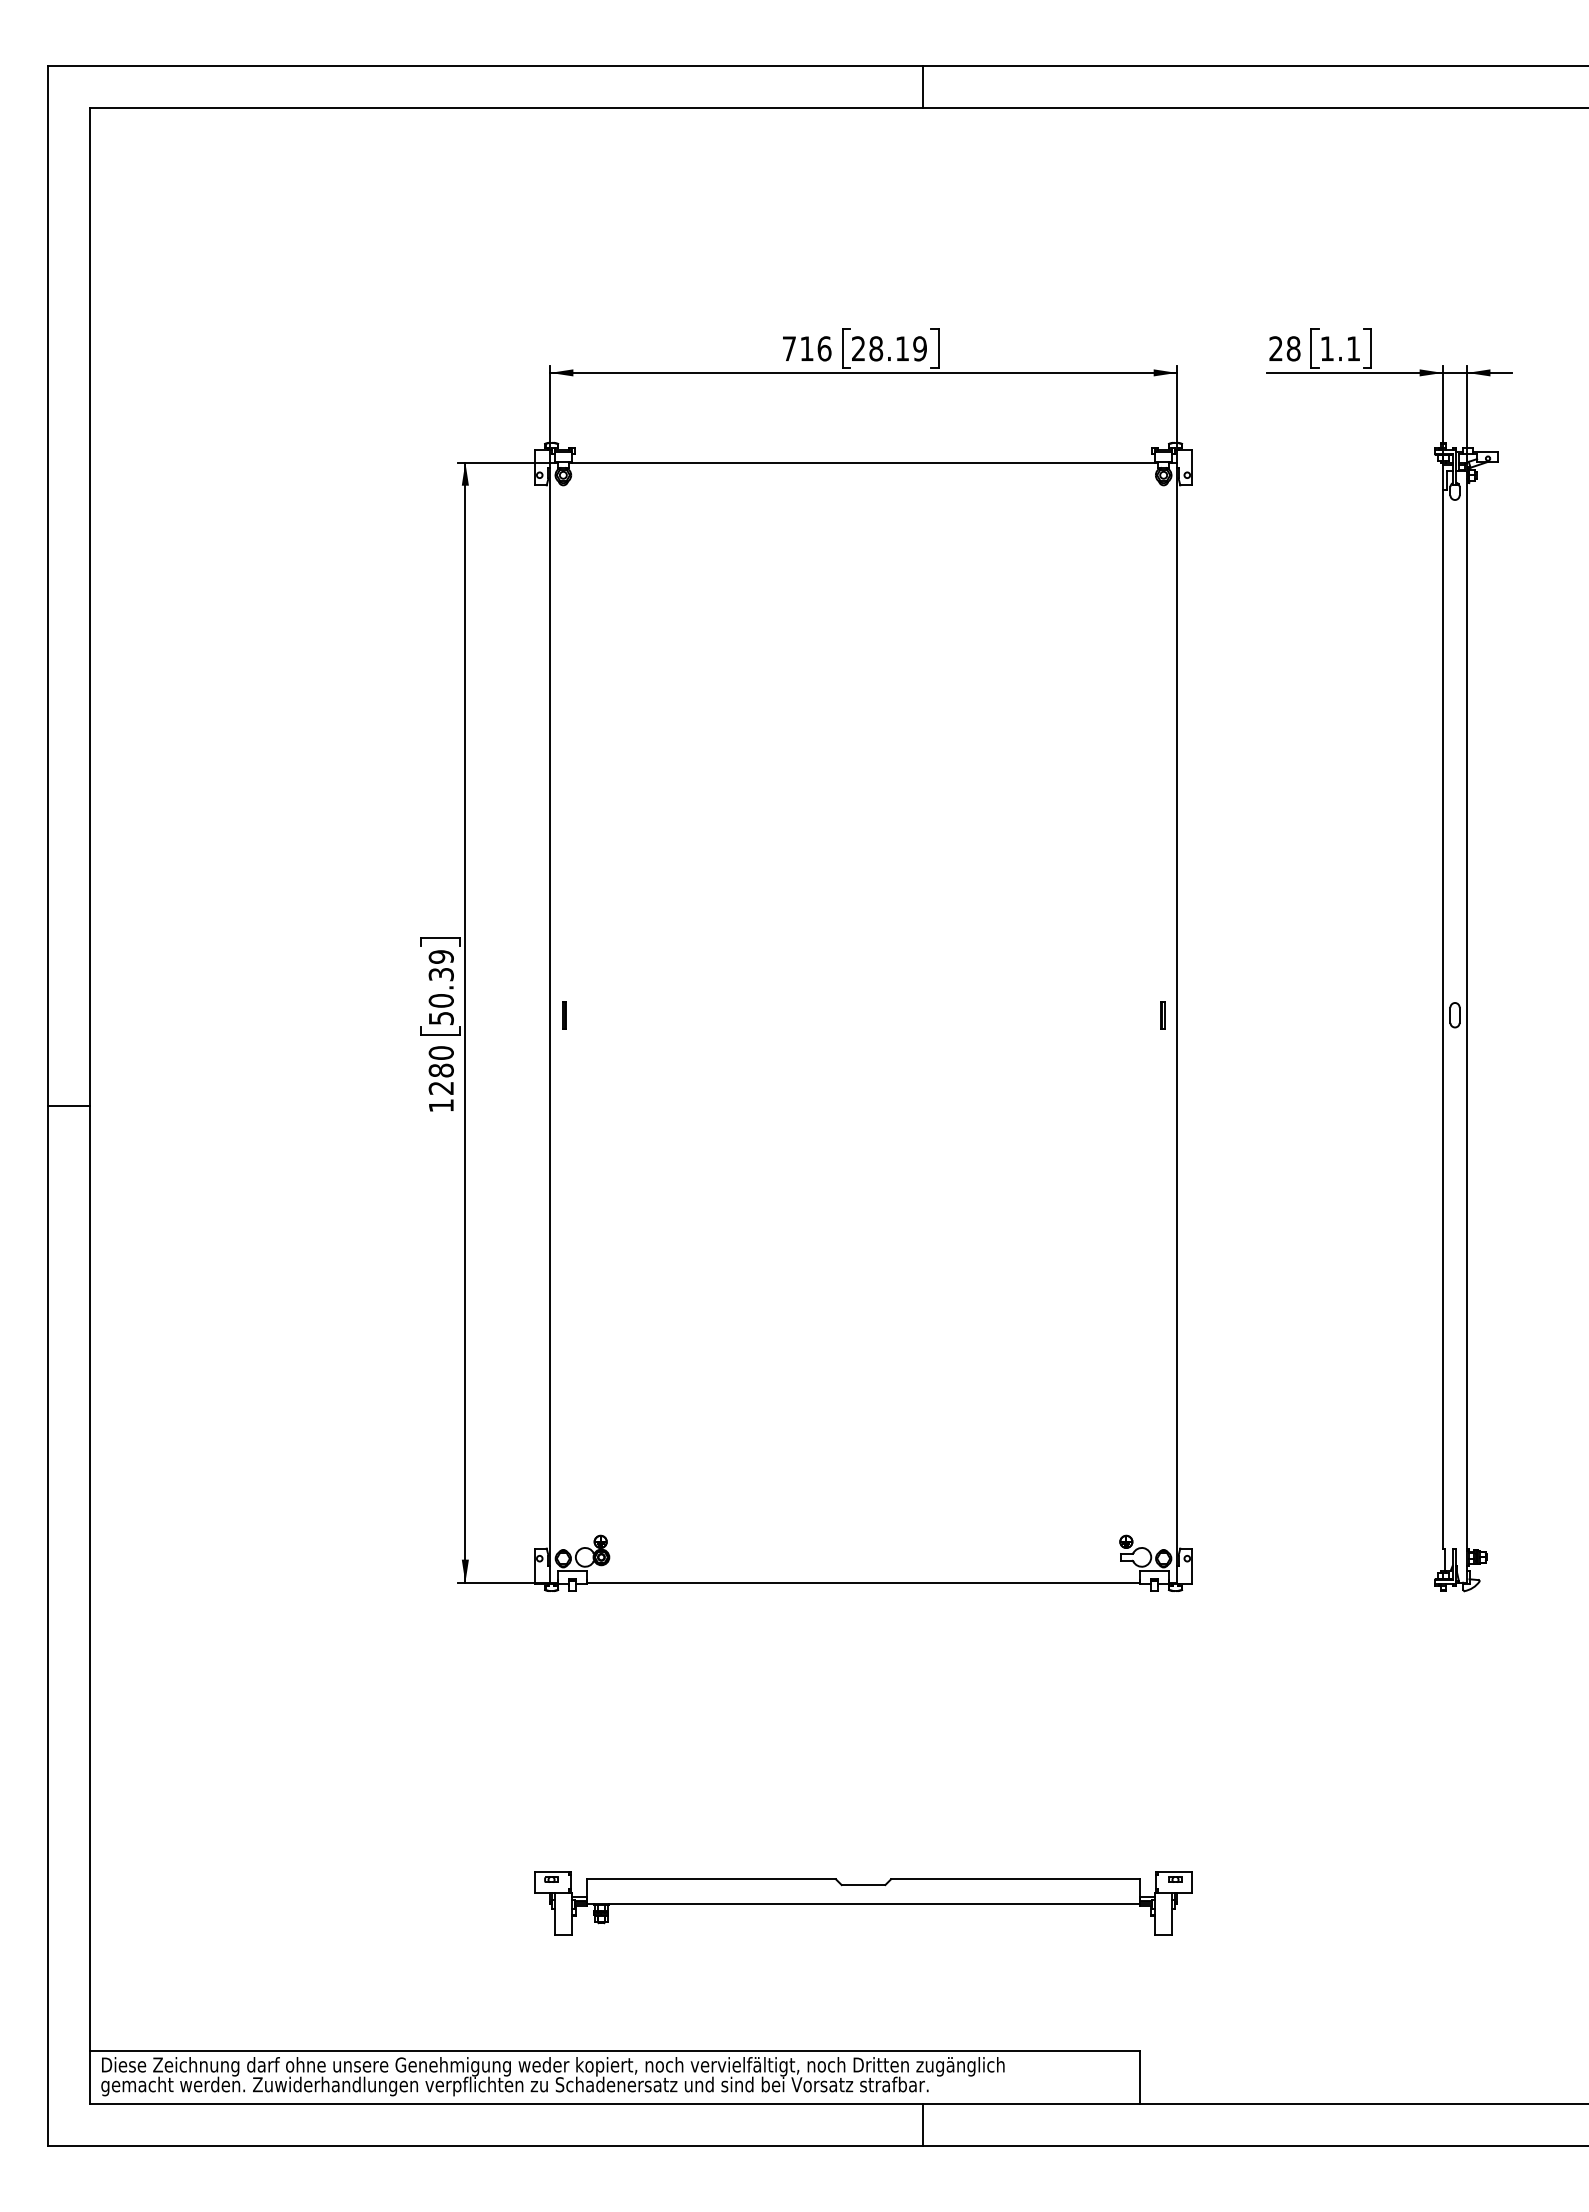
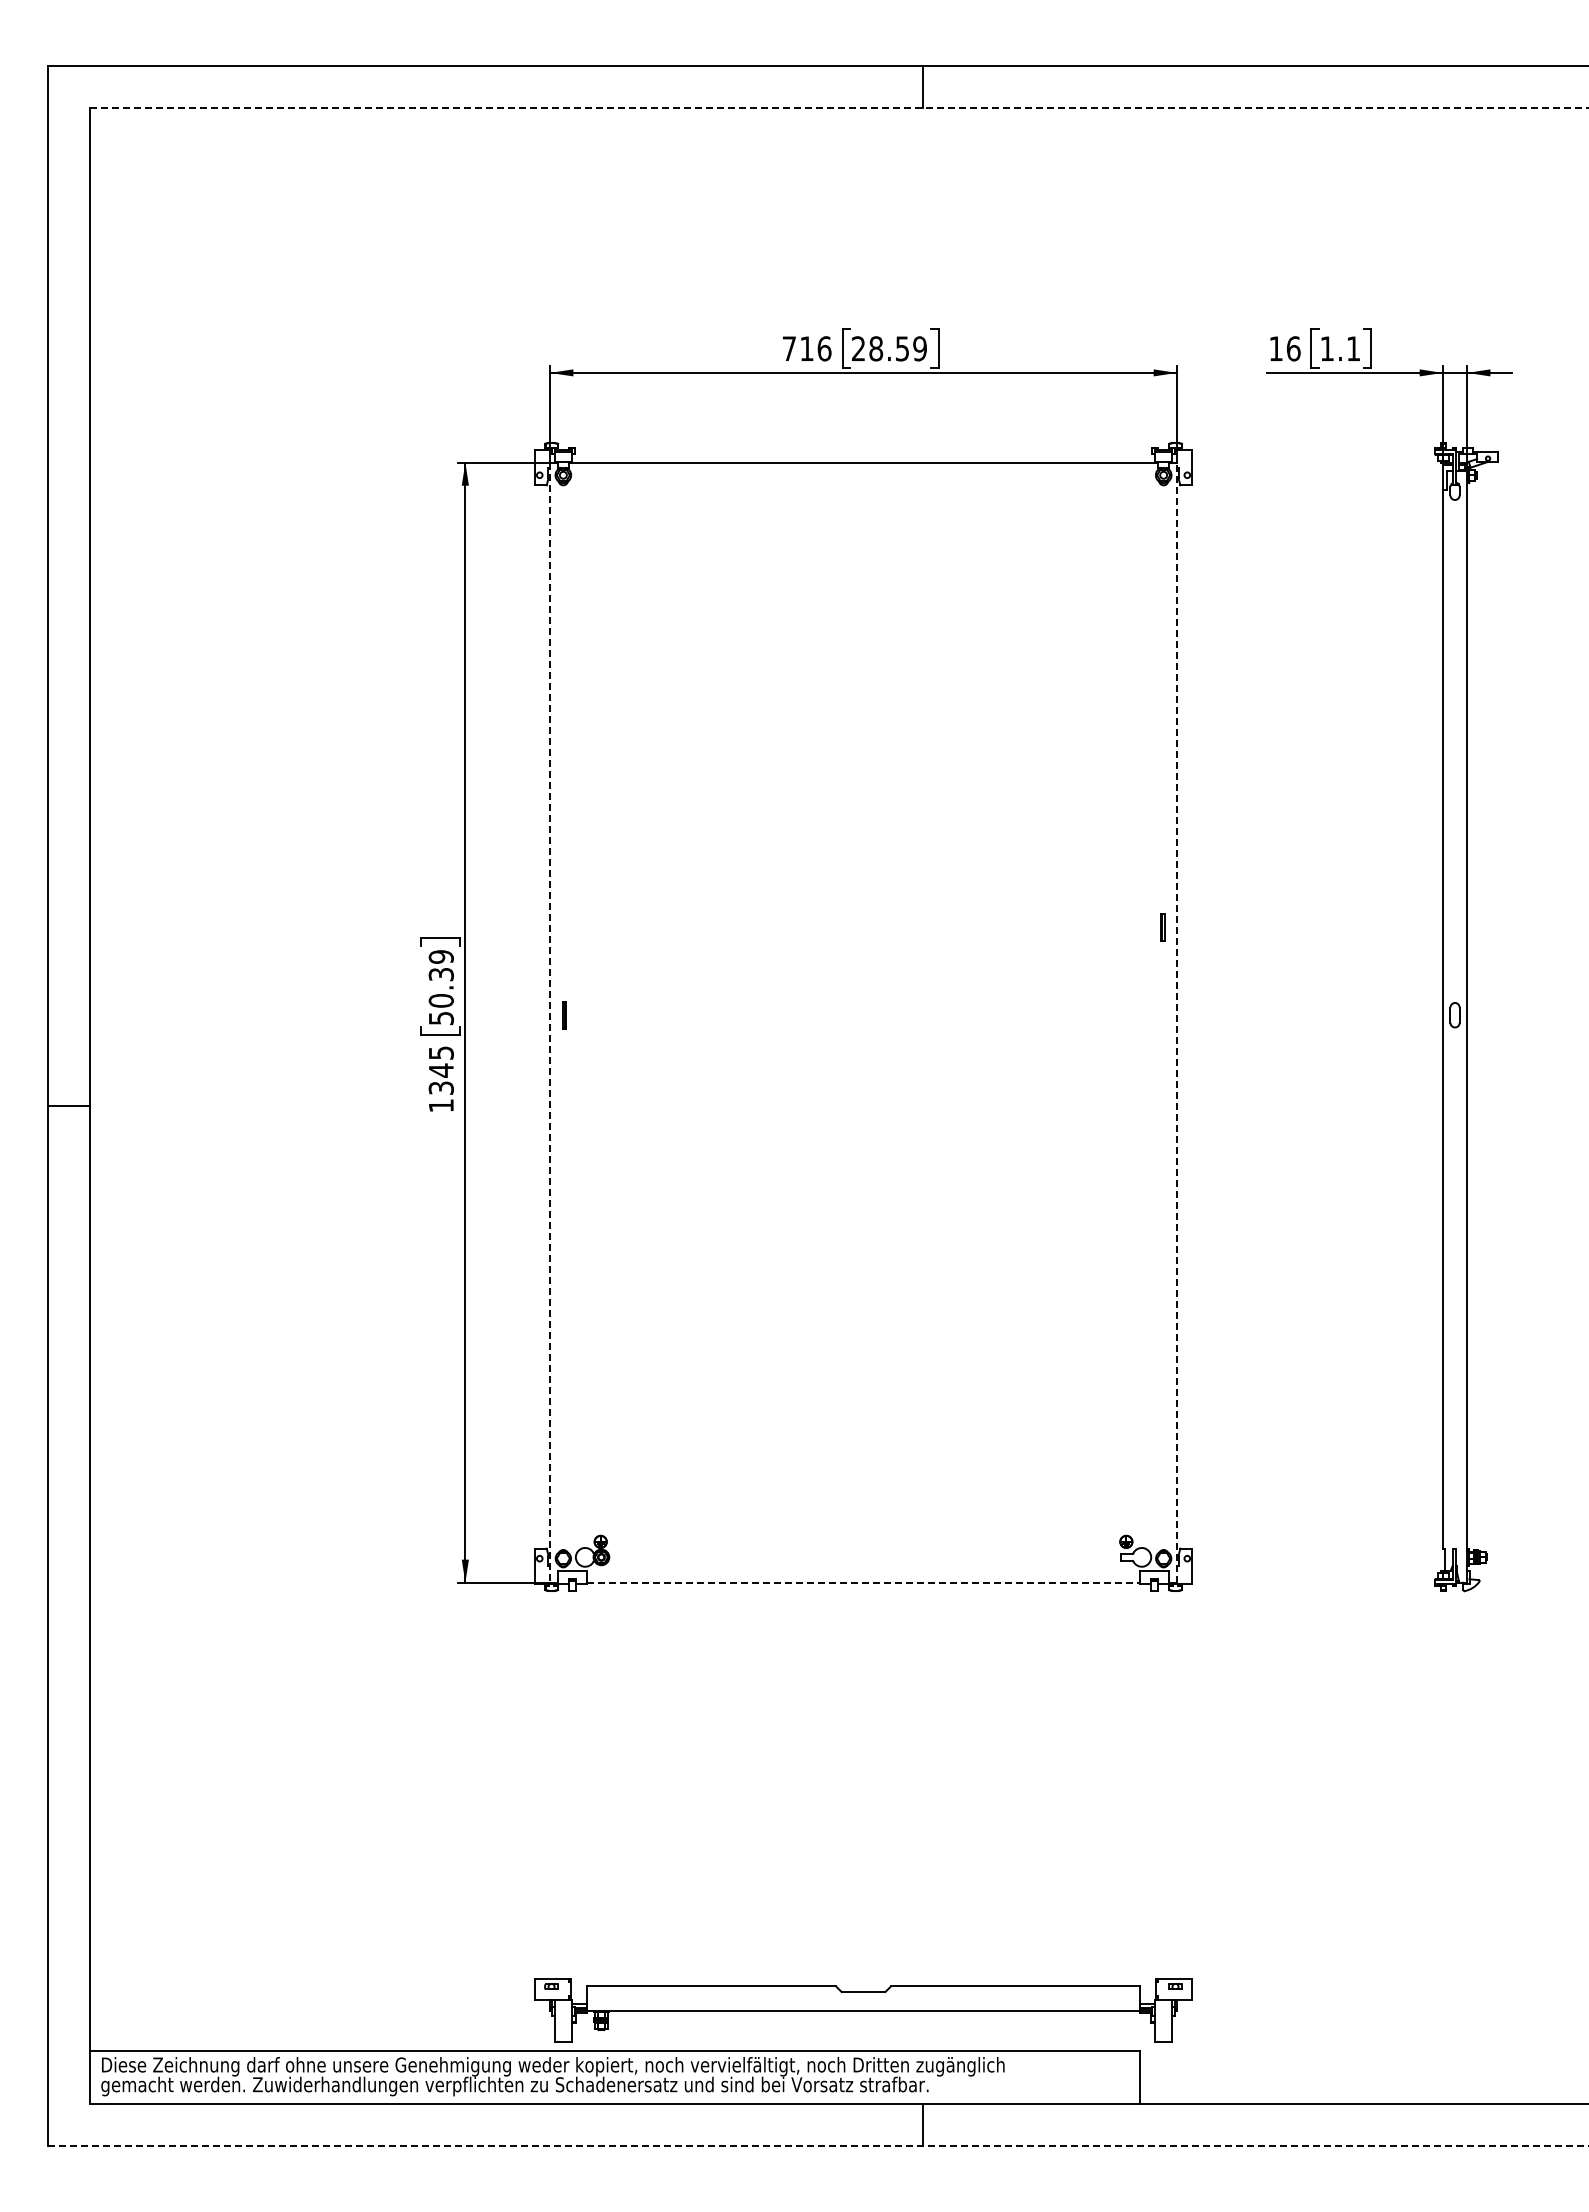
line at (839, 108): solid -> dashed
text at (902, 348): 28.19 -> 28.59
text at (1284, 348): 28 -> 16
part at (1162, 1015) position: (1162, 1015) -> (1162, 927)
line at (1176, 1022): solid -> dashed
line at (550, 1023): solid -> dashed
text at (440, 1070): 1280 -> 1345
line at (863, 1582): solid -> dashed
part at (863, 1903) position: (863, 1903) -> (863, 2010)
line at (818, 2145): solid -> dashed
